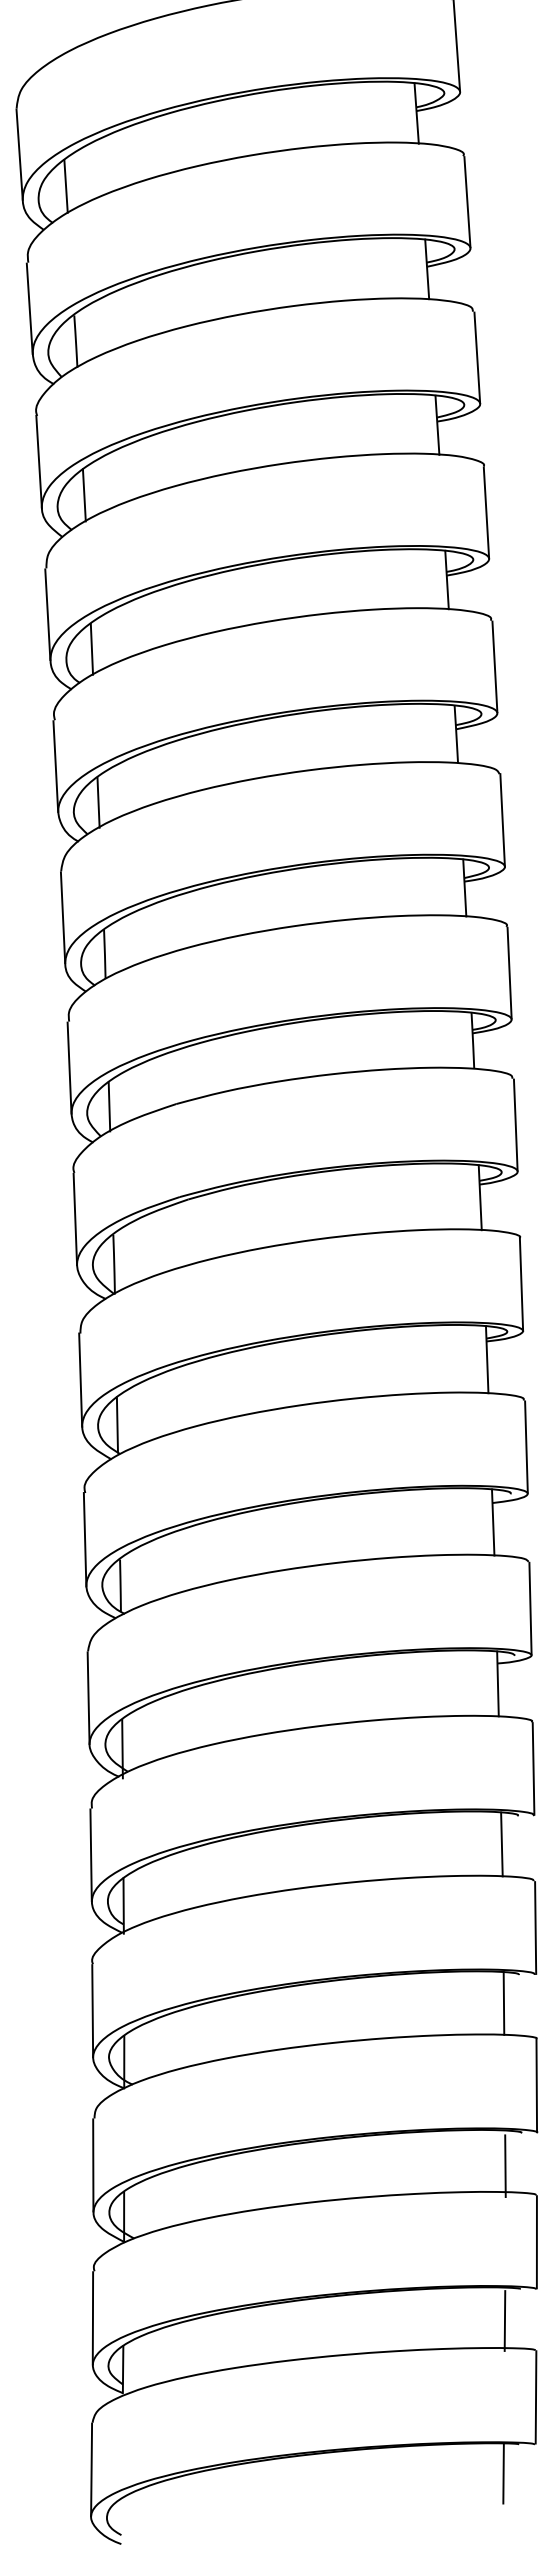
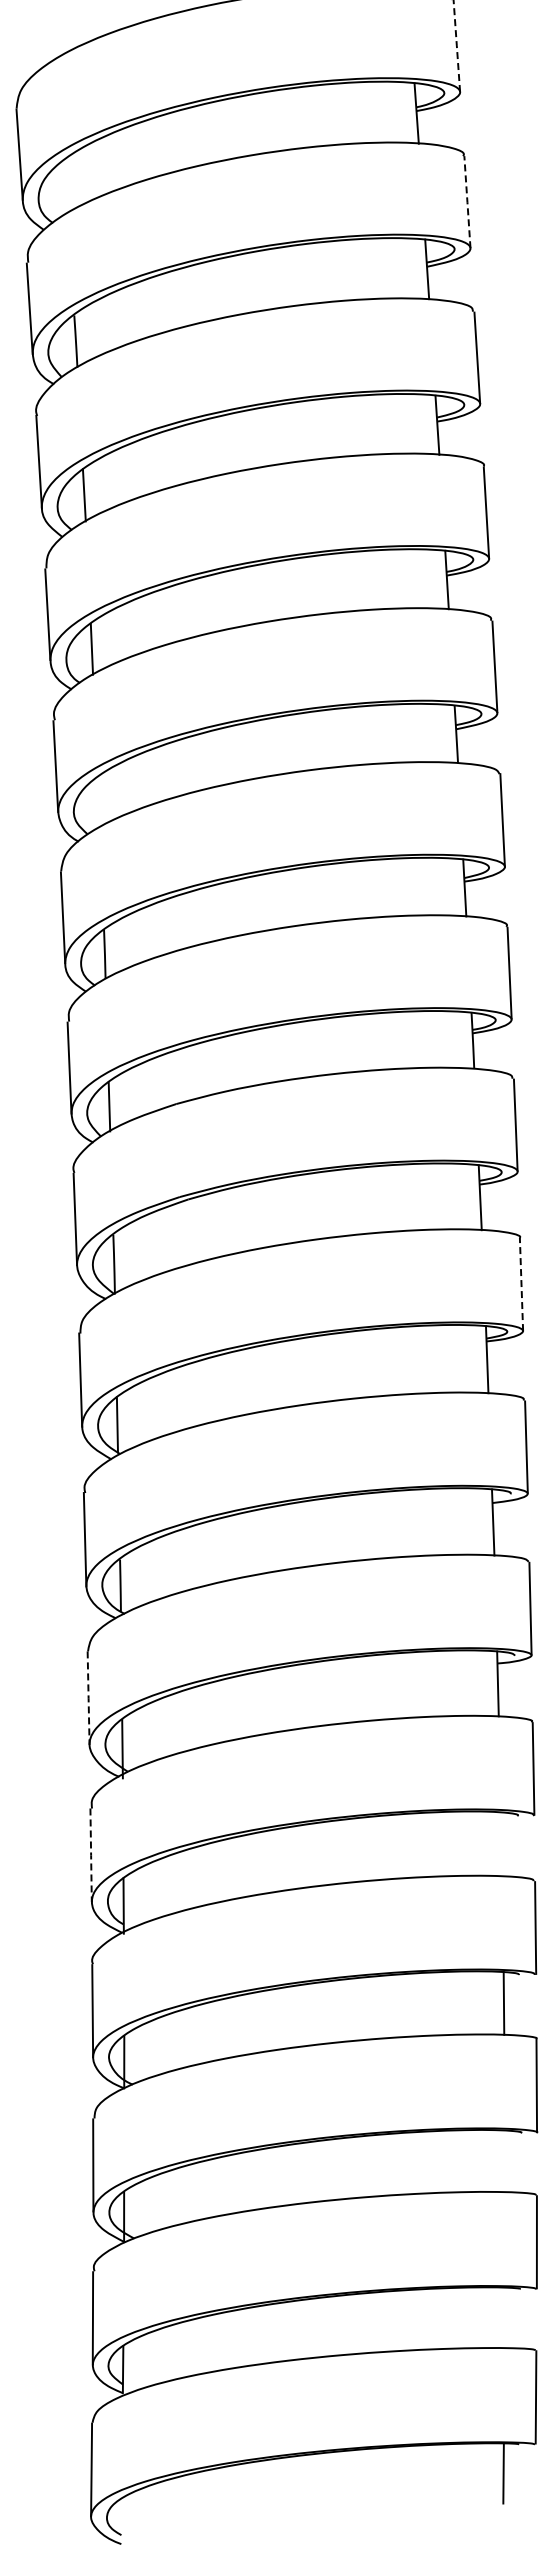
line at (456, 45): solid -> dashed
line at (65, 186): present -> none
line at (467, 202): solid -> dashed
line at (98, 802): present -> none
line at (521, 1284): solid -> dashed
line at (88, 1698): solid -> dashed
line at (501, 1844): present -> none
line at (91, 1855): solid -> dashed
line at (505, 2166): present -> none
line at (504, 2320): present -> none
